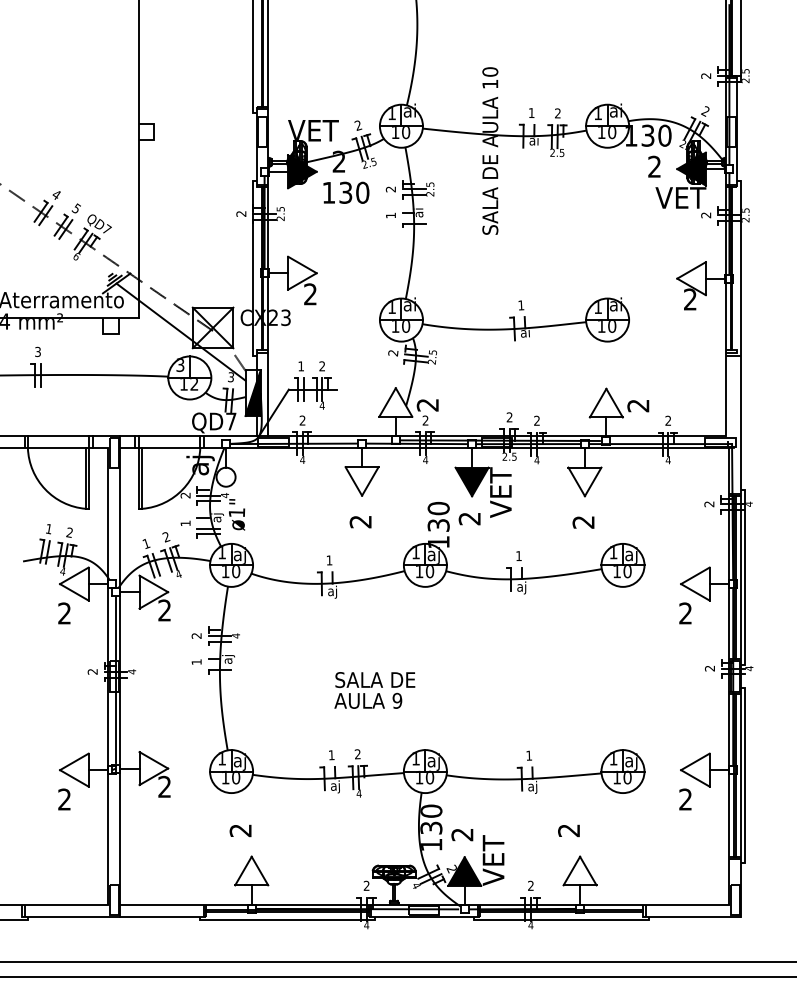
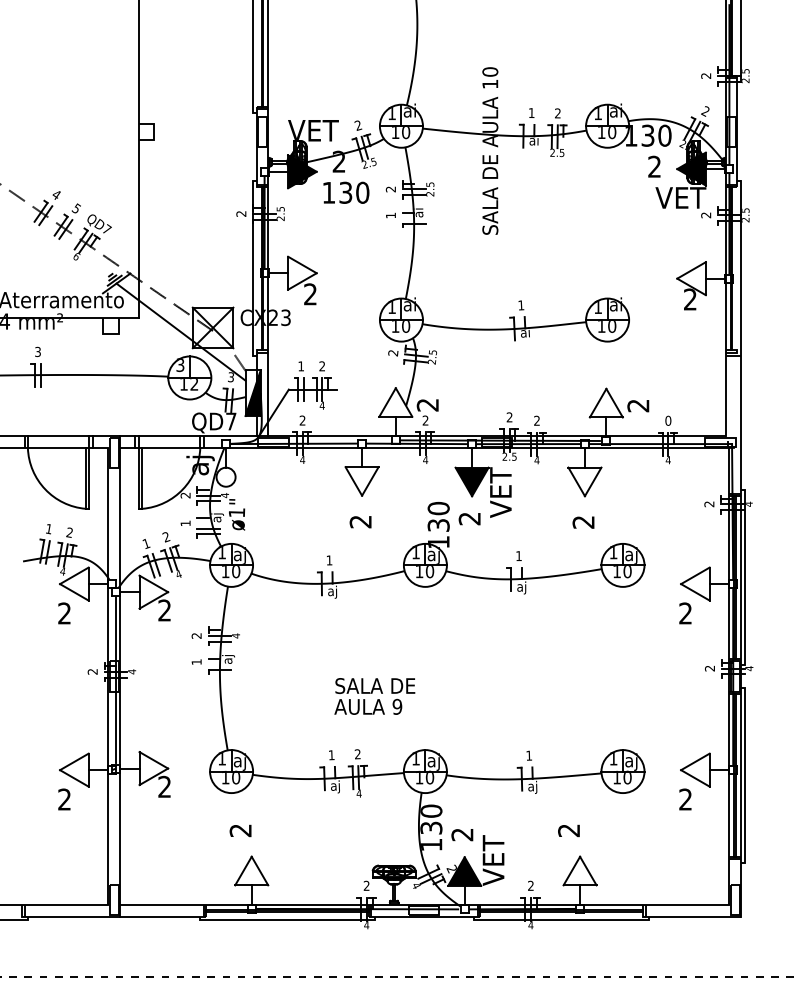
text at (668, 420): 2 -> 0
text at (374, 690) position: (374, 690) -> (374, 696)
line at (397, 962): present -> none
line at (399, 977): solid -> dashed
